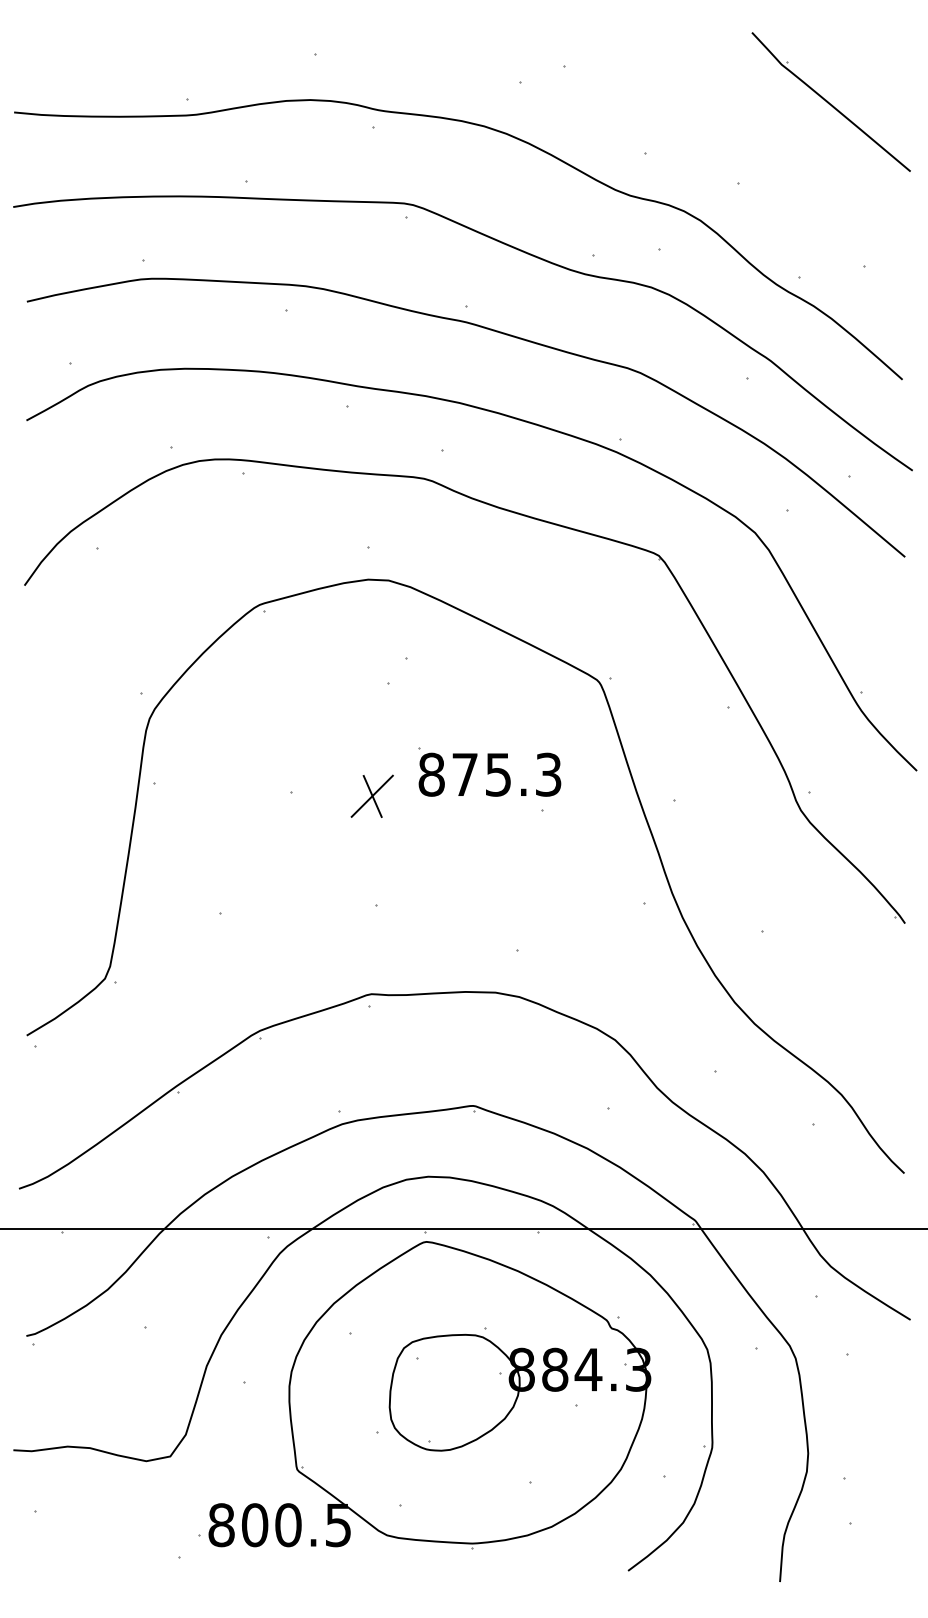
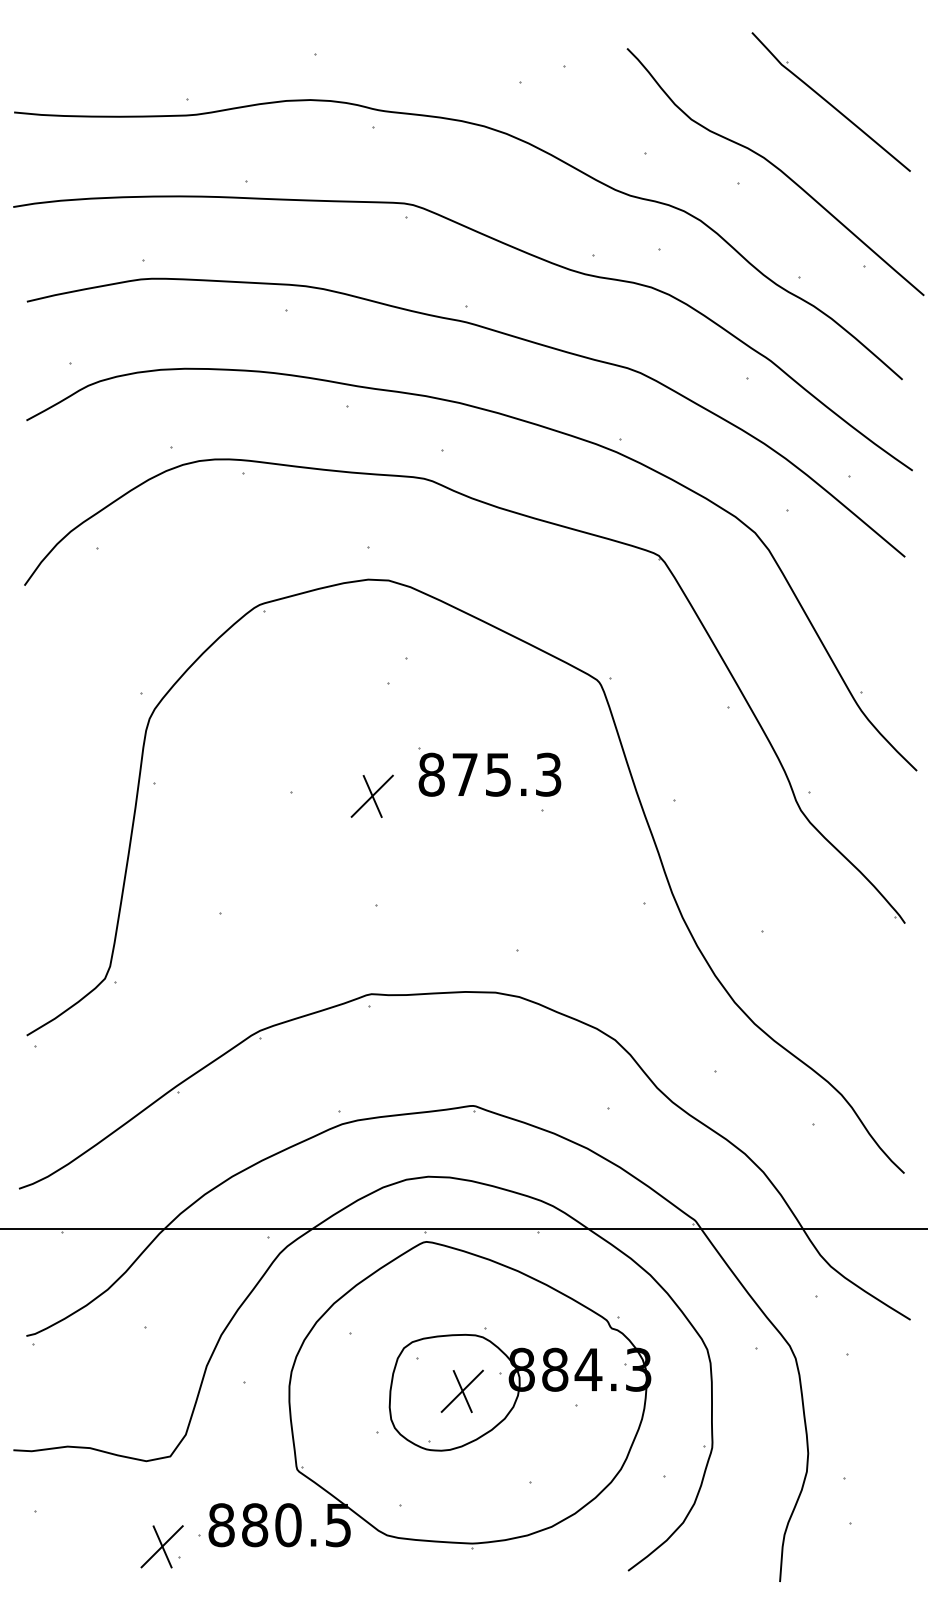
curve at (777, 169): none -> present
part at (461, 1390): none -> present
text at (255, 1525): 800.5 -> 880.5
part at (161, 1546): none -> present
